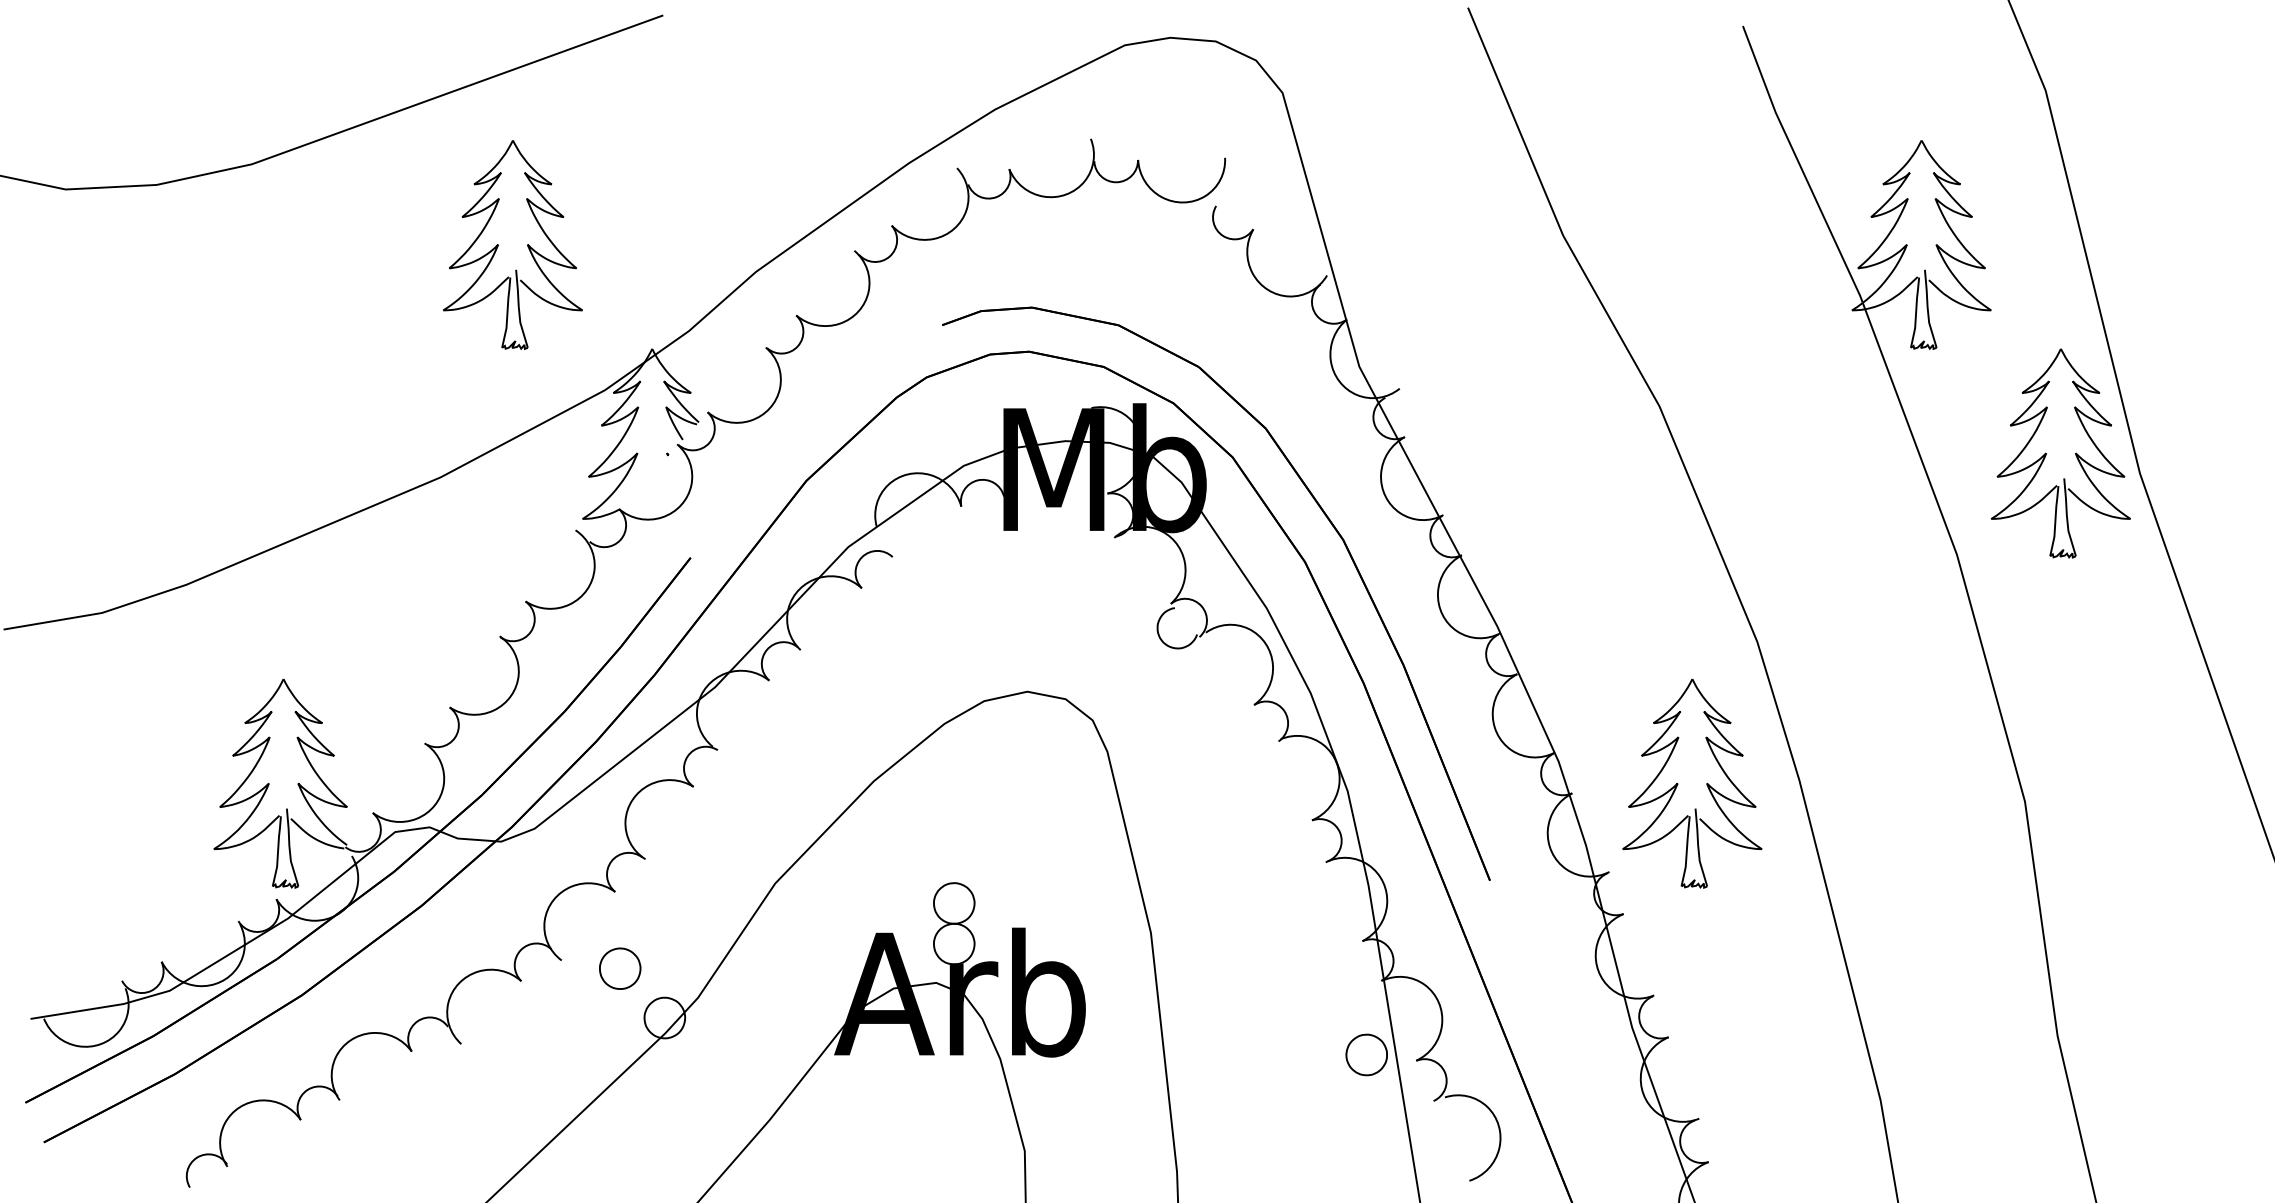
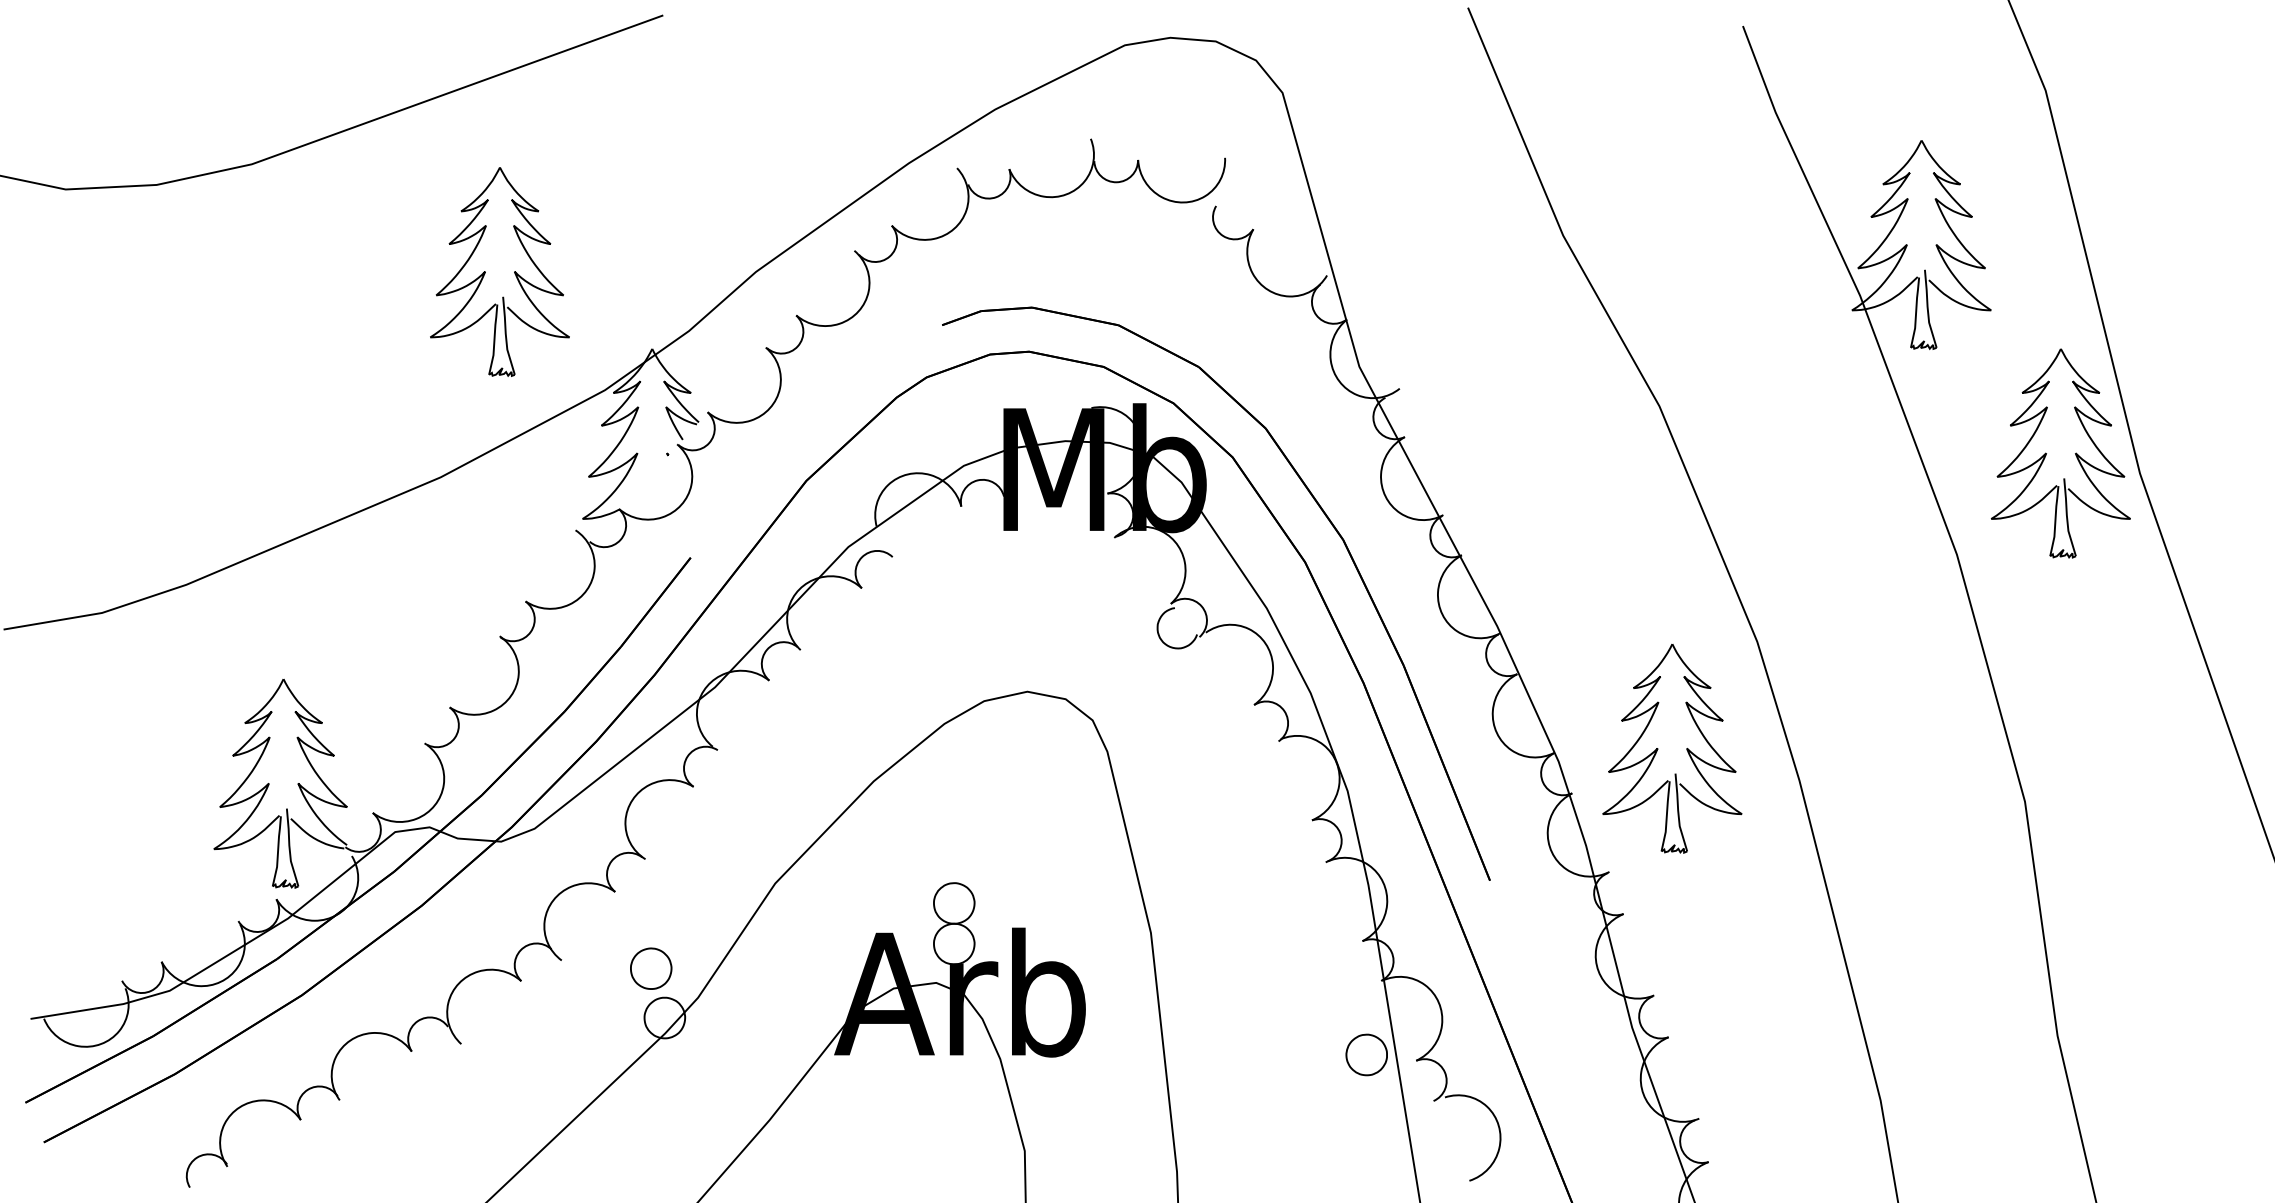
part at (498, 244) position: (498, 244) -> (485, 271)
part at (1678, 783) position: (1678, 783) -> (1658, 748)
part at (620, 968) position: (620, 968) -> (651, 968)
